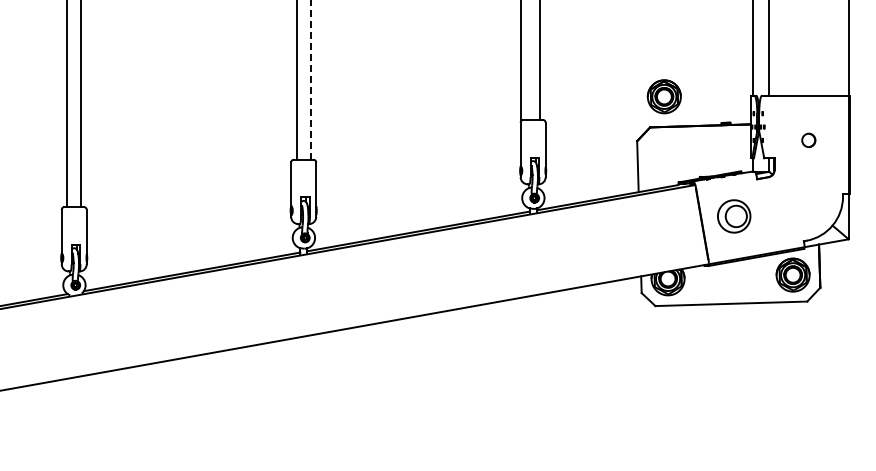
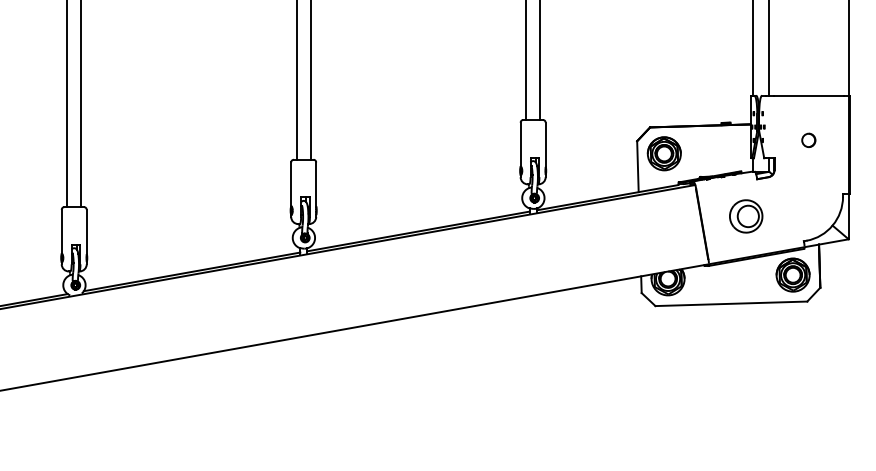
line at (521, 61) position: (521, 61) -> (526, 61)
line at (310, 79): dashed -> solid
part at (663, 96) position: (663, 96) -> (663, 153)
part at (734, 216) position: (734, 216) -> (746, 216)
